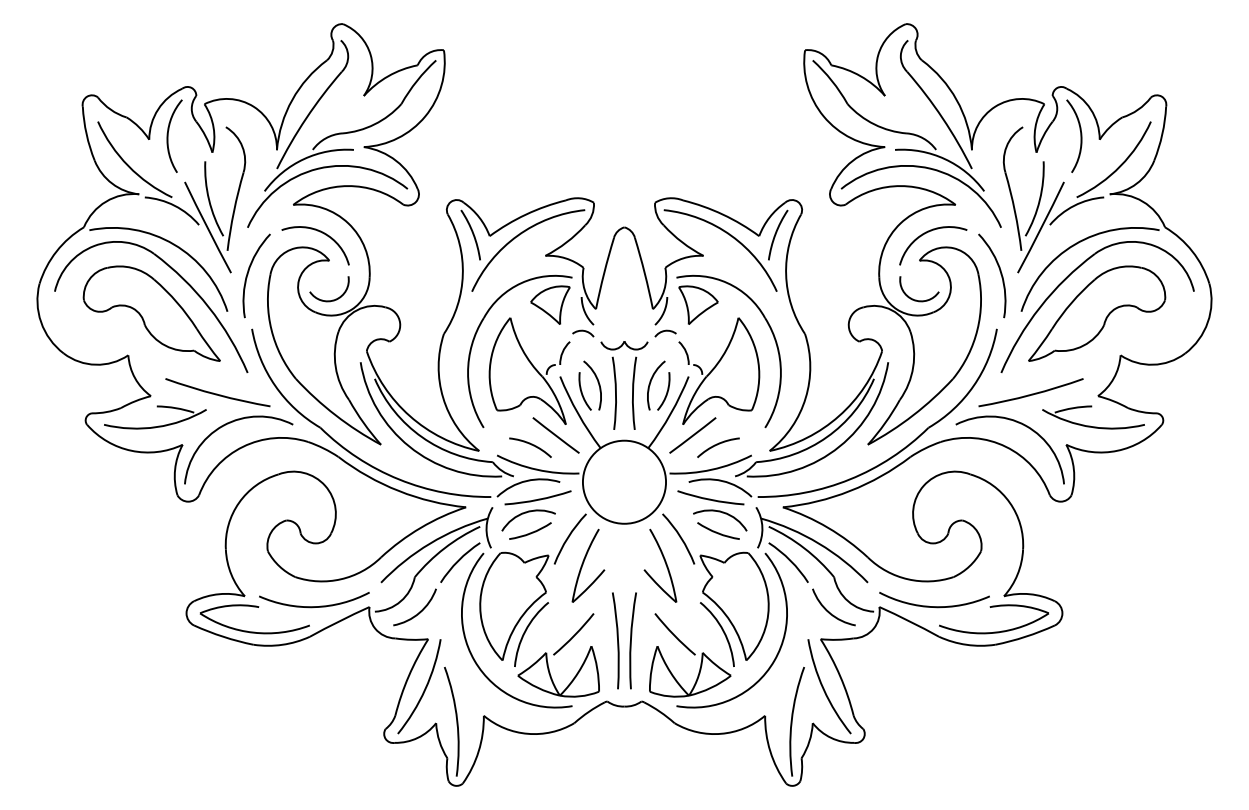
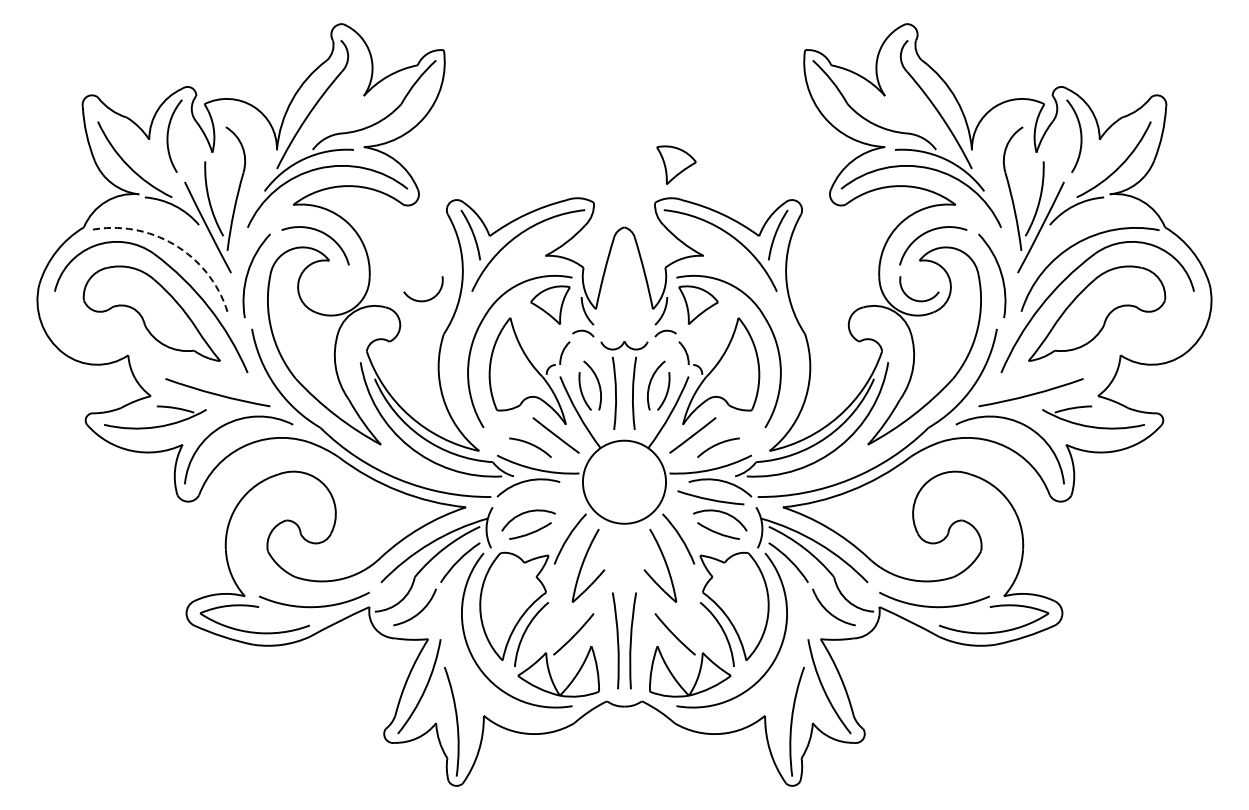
part at (676, 164): none -> present
arc at (174, 244): solid -> dashed
arc at (332, 299) position: (332, 299) -> (426, 299)
arc at (538, 498): present -> none
